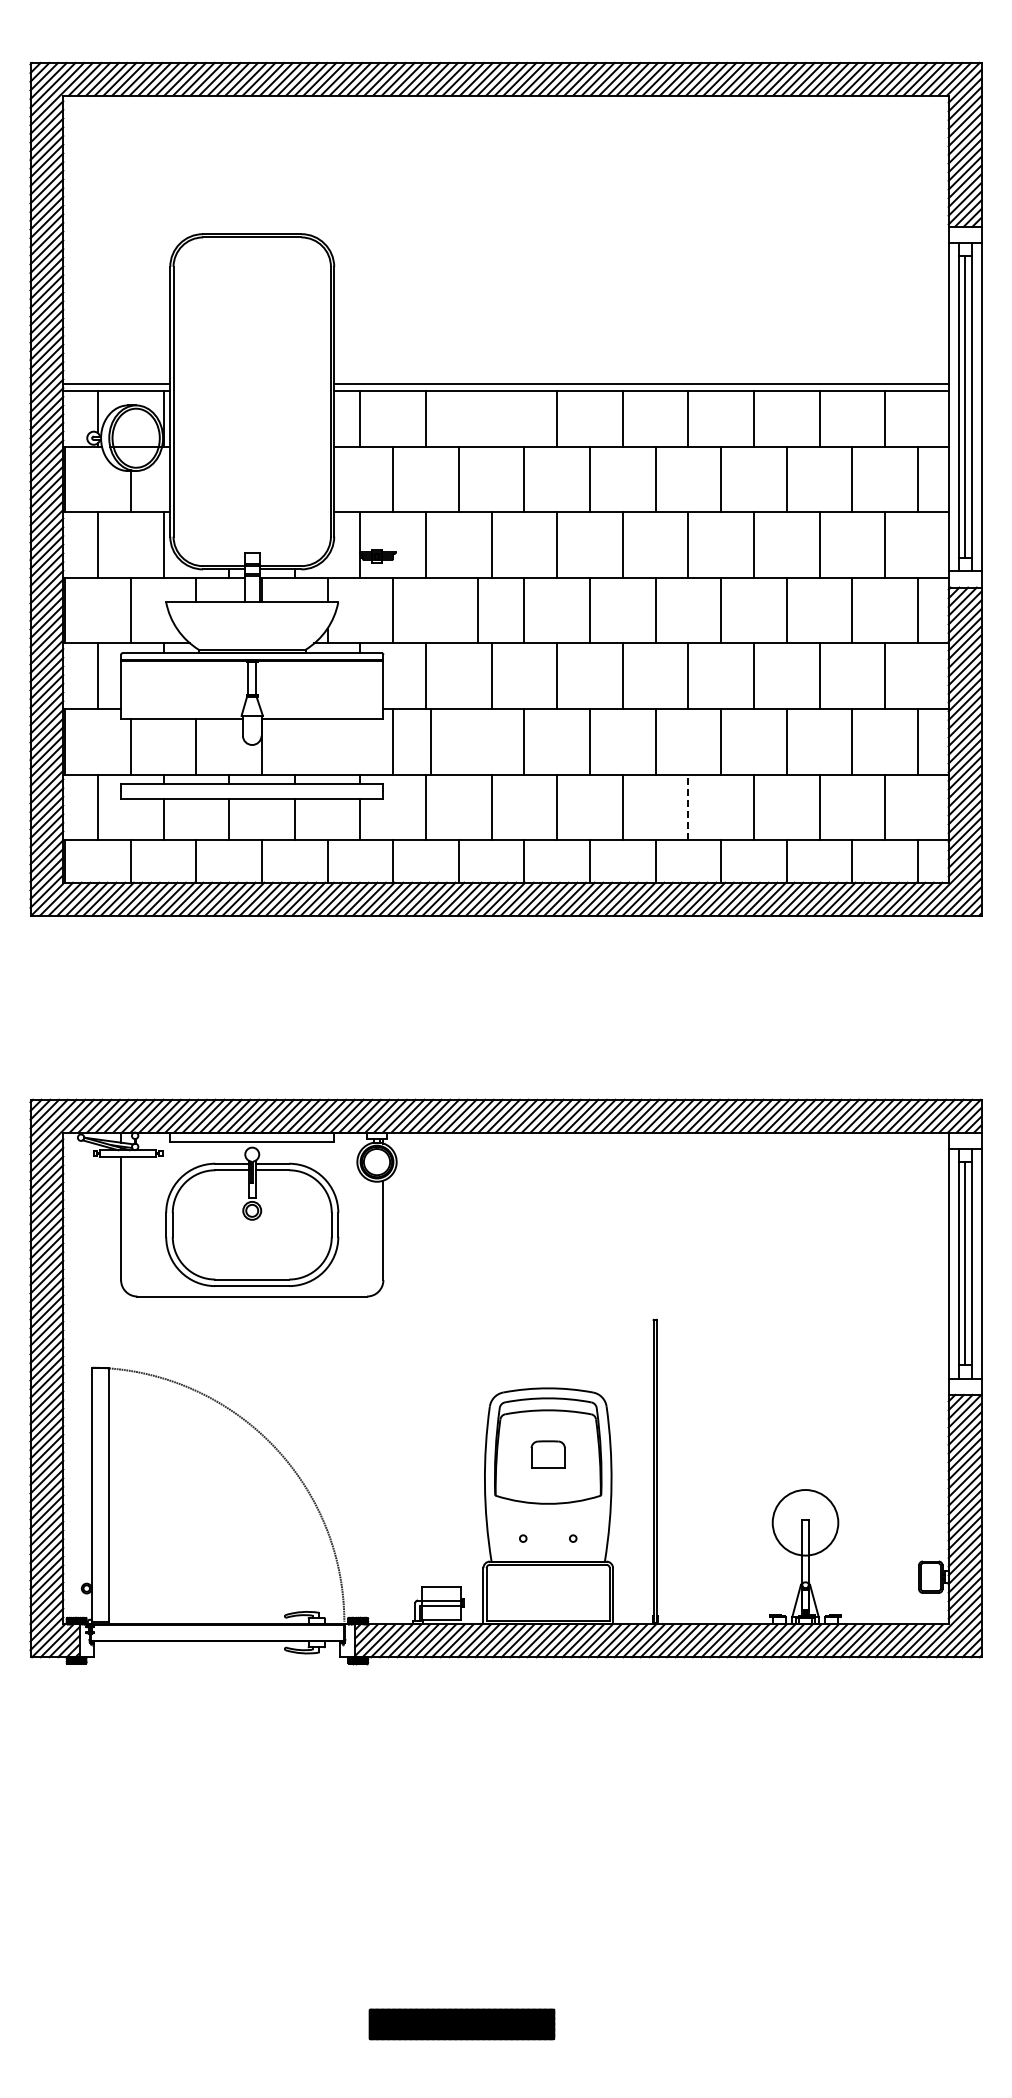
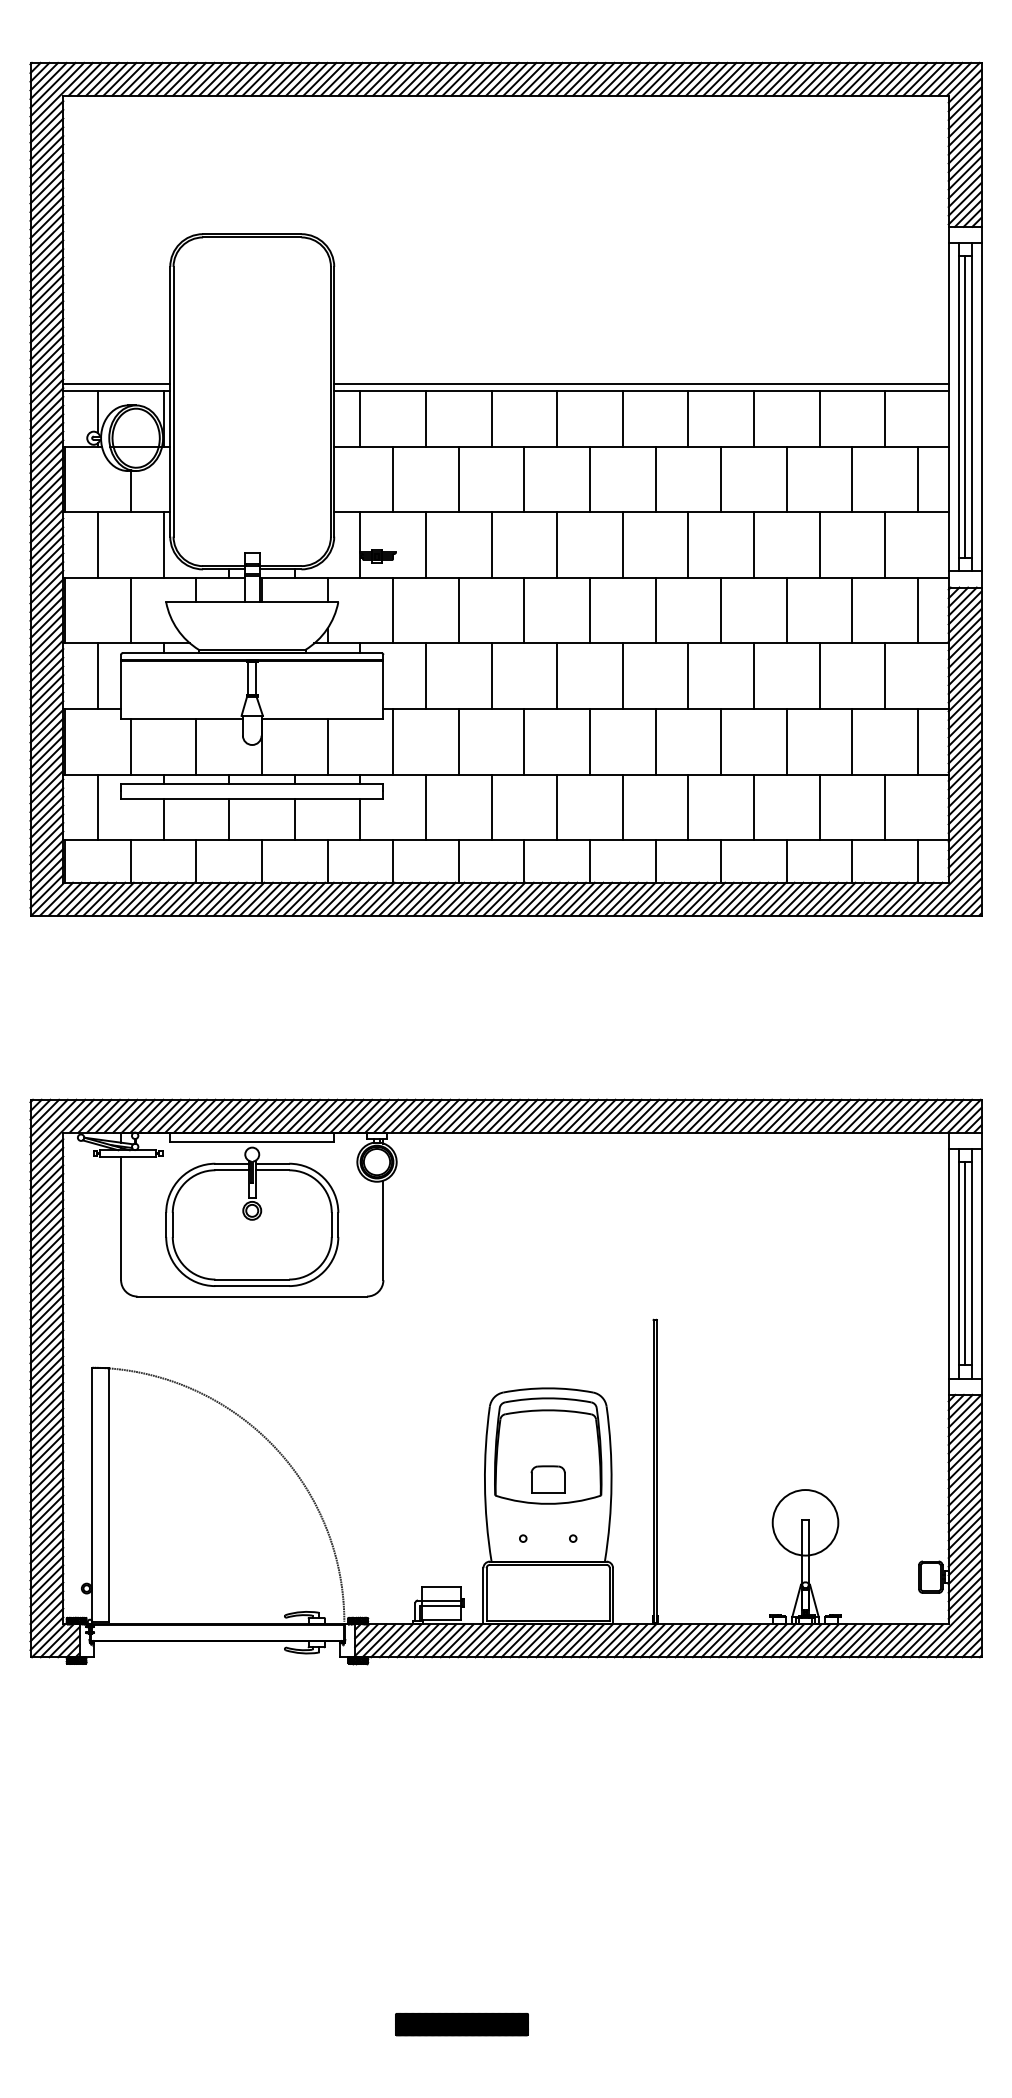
line at (491, 418): none -> present
line at (477, 610) position: (477, 610) -> (458, 610)
line at (430, 741) position: (430, 741) -> (458, 741)
line at (327, 746): none -> present
line at (688, 807): dashed -> solid
part at (547, 1454) position: (547, 1454) -> (547, 1479)
part at (461, 2024) size: 188x33 px -> 134x24 px
